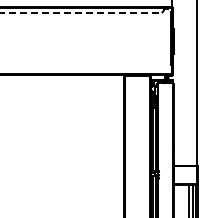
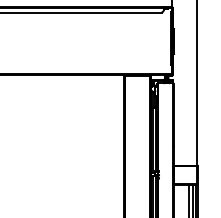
line at (80, 12): dashed -> solid
